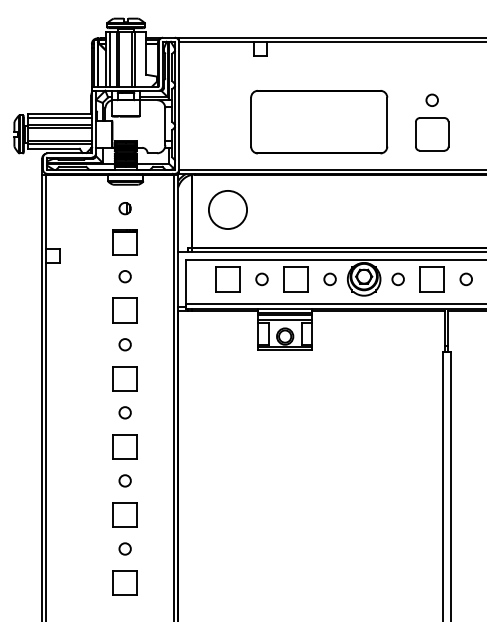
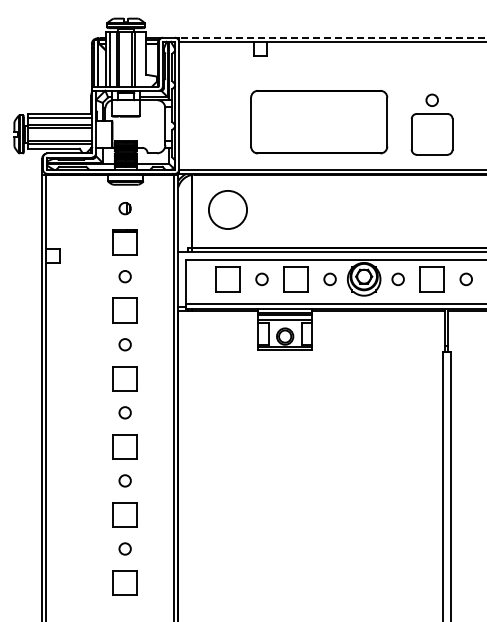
line at (332, 37): solid -> dashed
part at (432, 134) size: 35x35 px -> 44x43 px
